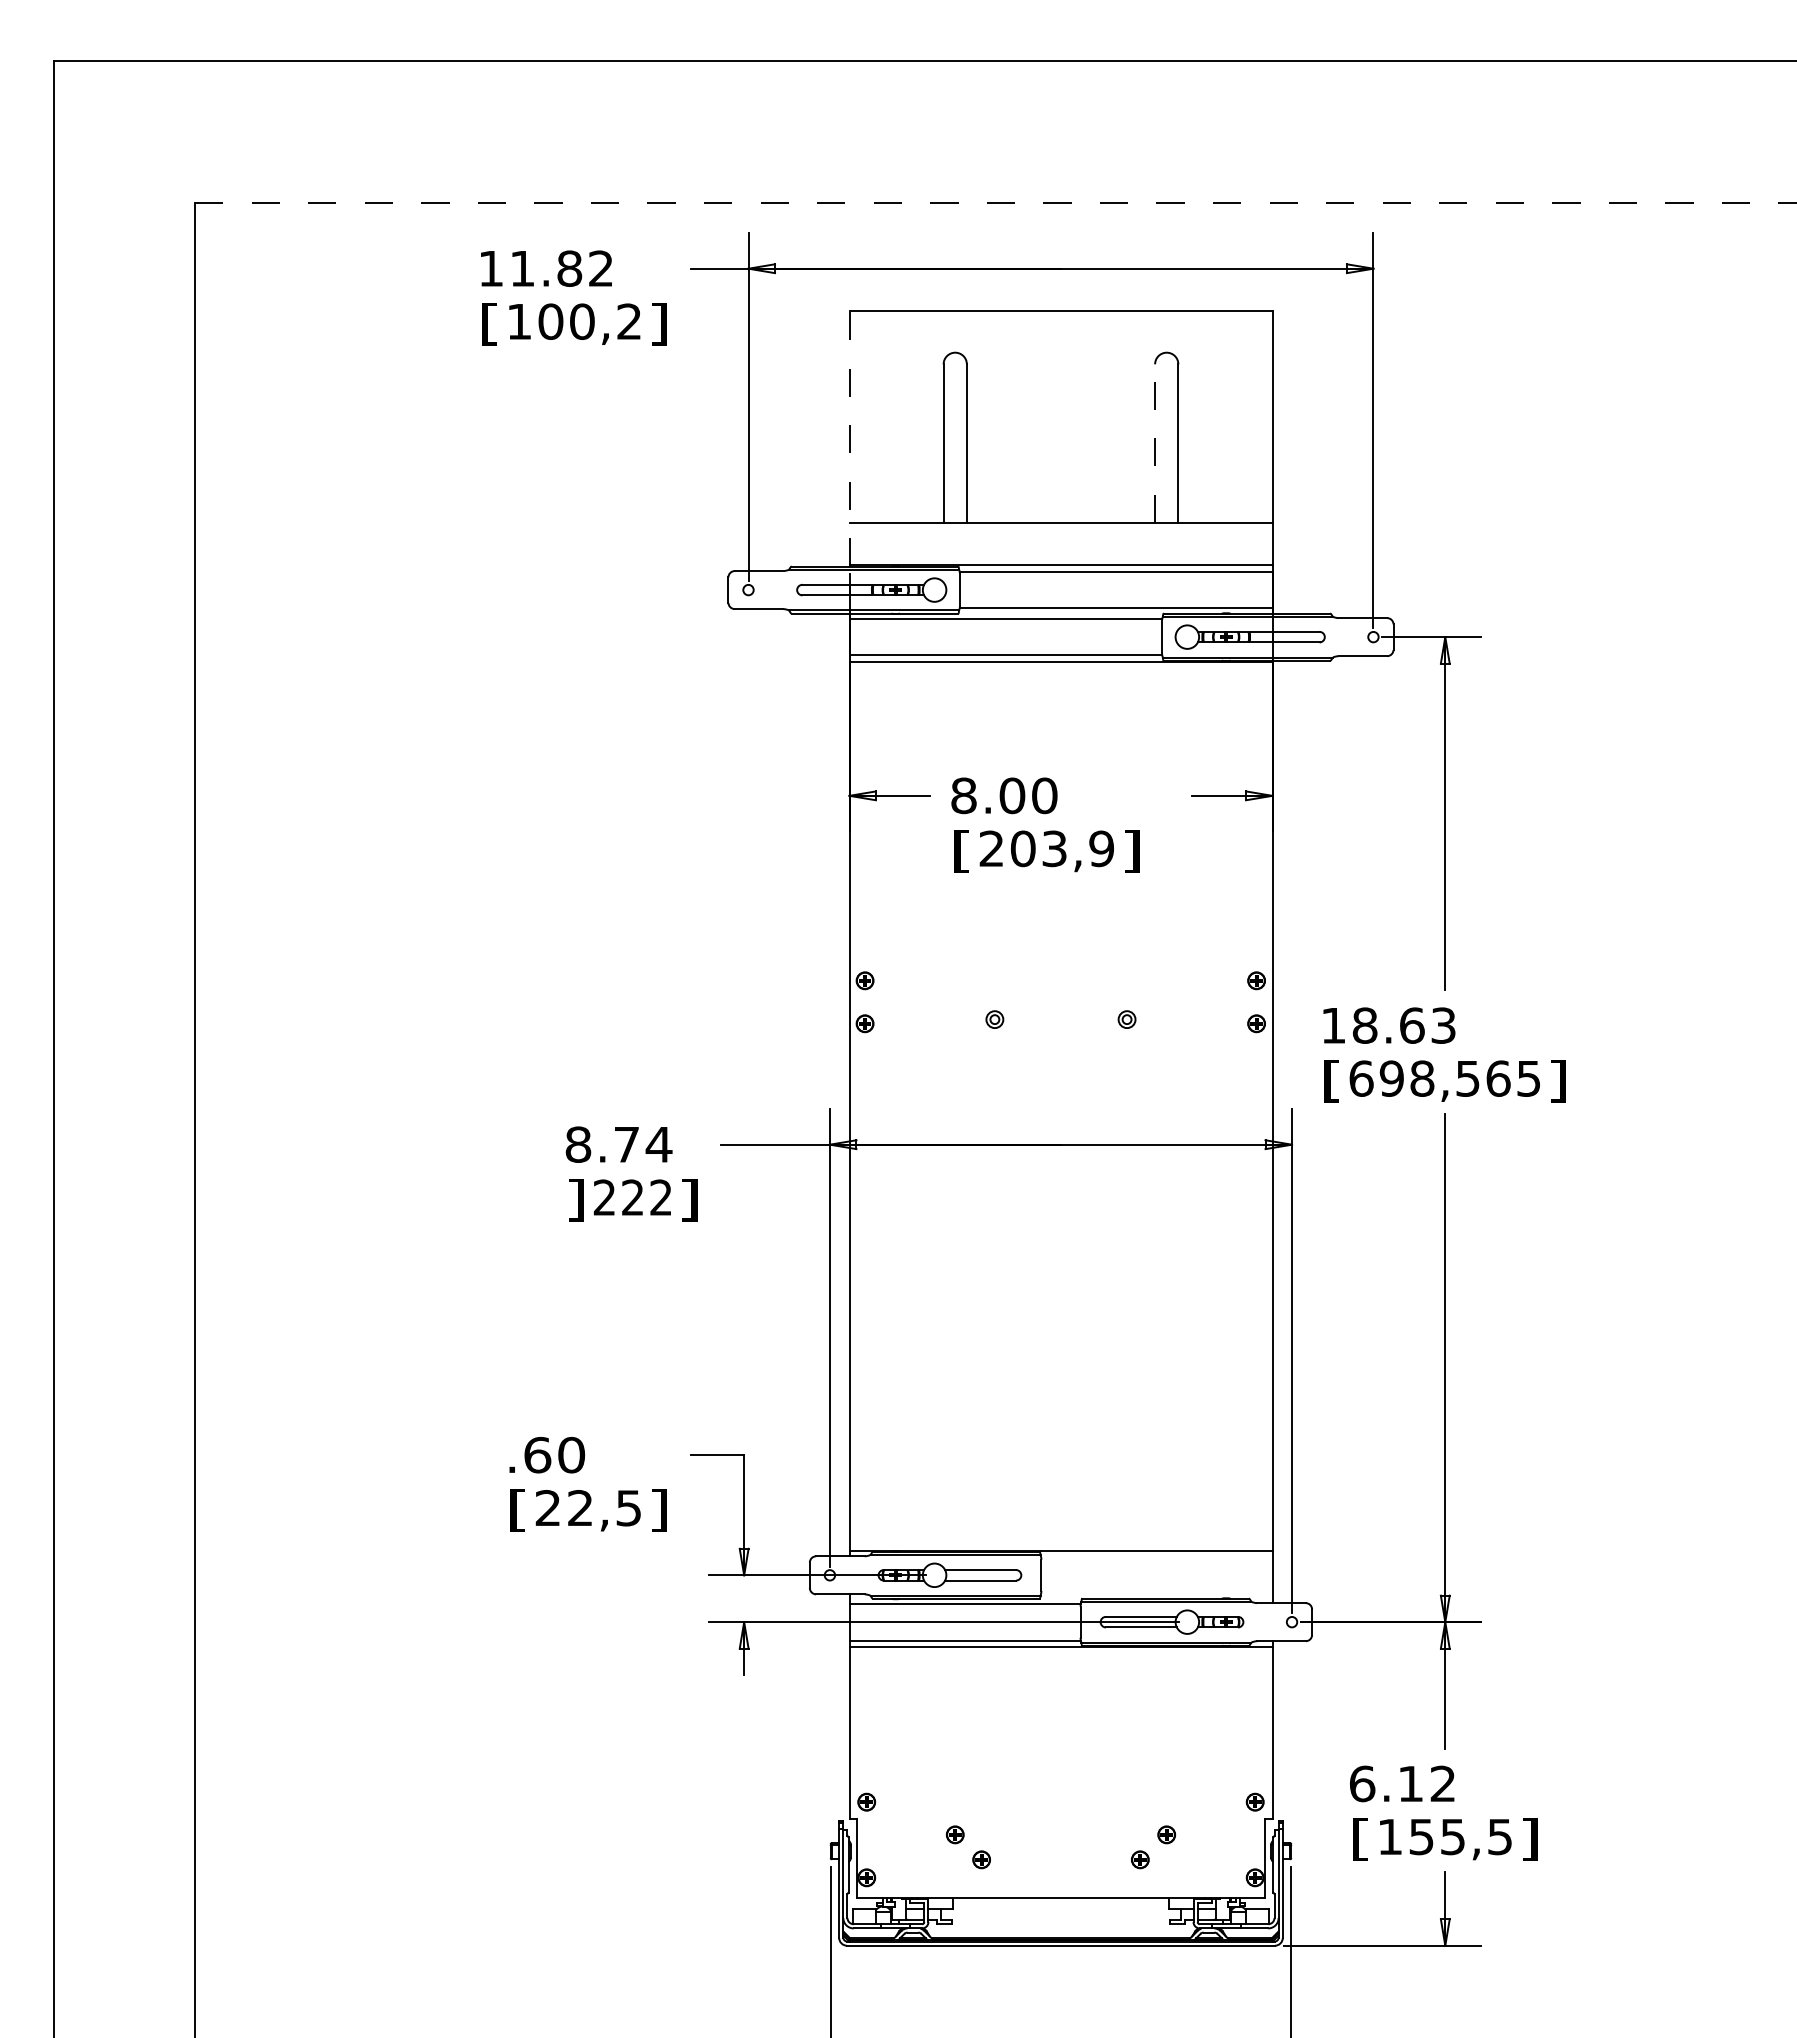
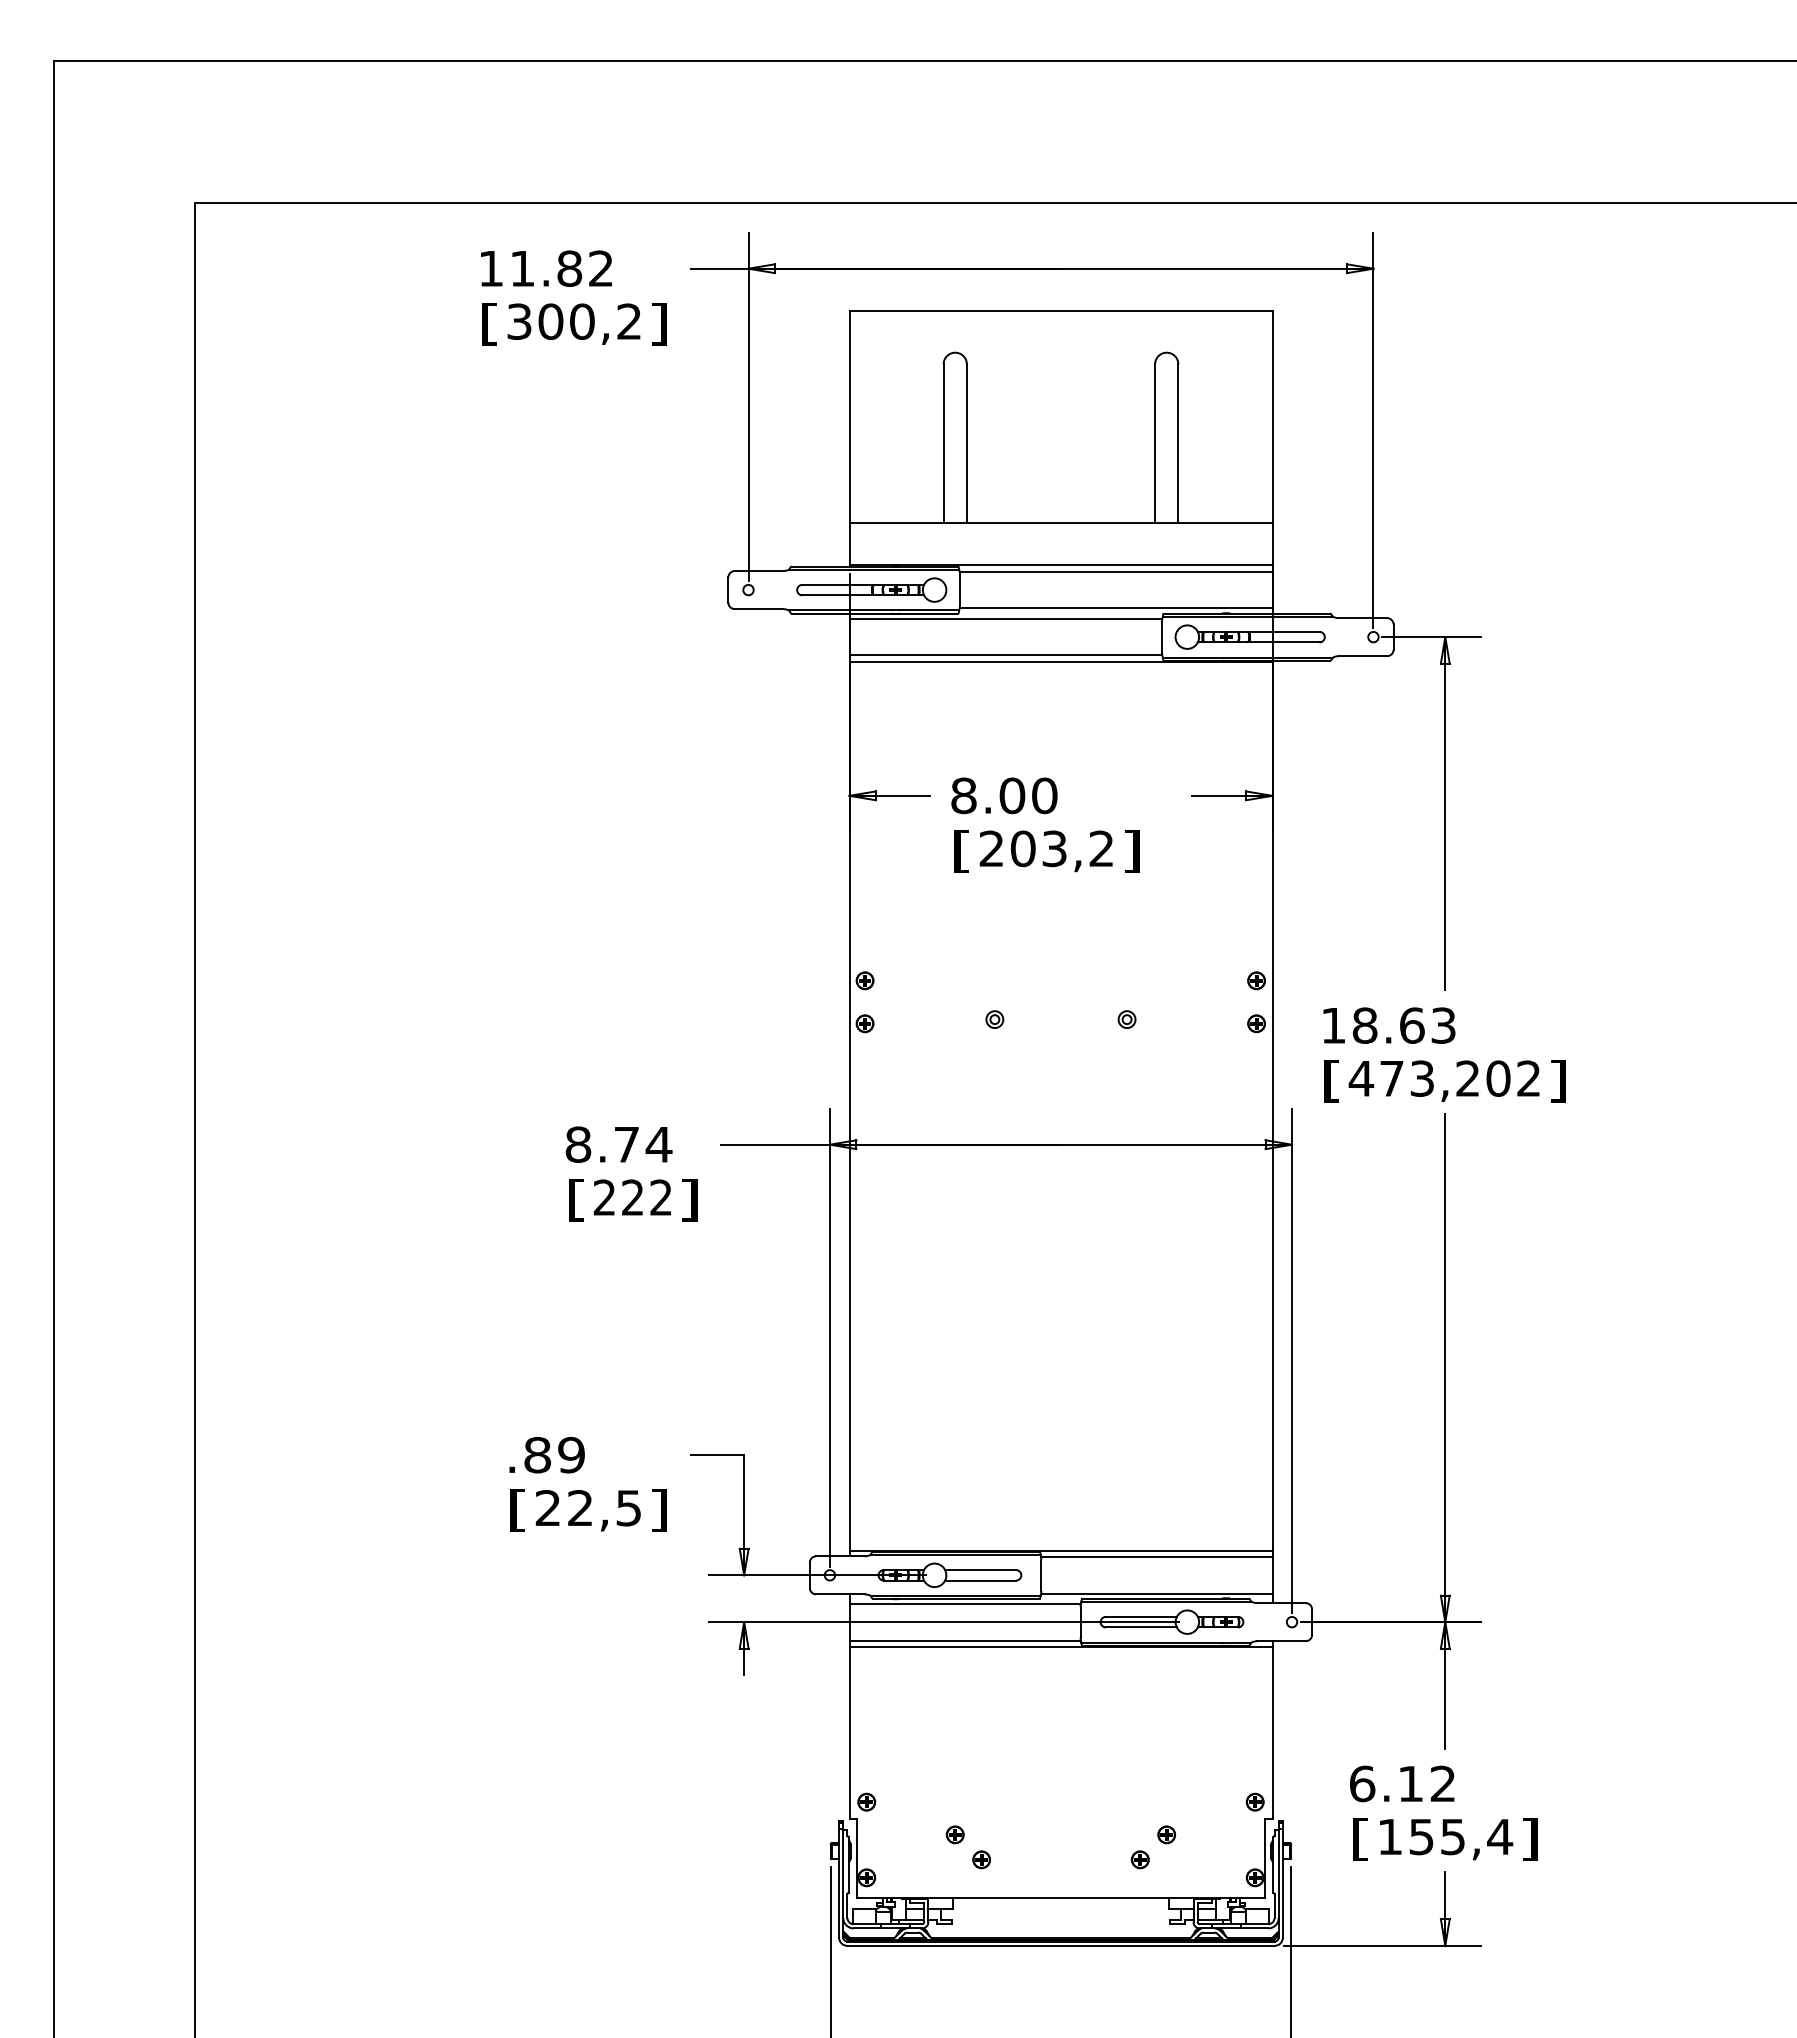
line at (996, 202): dashed -> solid
text at (519, 321): 100,2 -> 300,2
line at (849, 439): dashed -> solid
line at (1155, 443): dashed -> solid
text at (1101, 848): 203,9 -> 203,2
text at (1443, 1078): 698,565 -> 473,202
text at (576, 1199): ] -> [
text at (554, 1454): .60 -> .89
line at (1156, 1557): none -> present
line at (1156, 1593): none -> present
text at (1500, 1837): 155,5 -> 155,4
